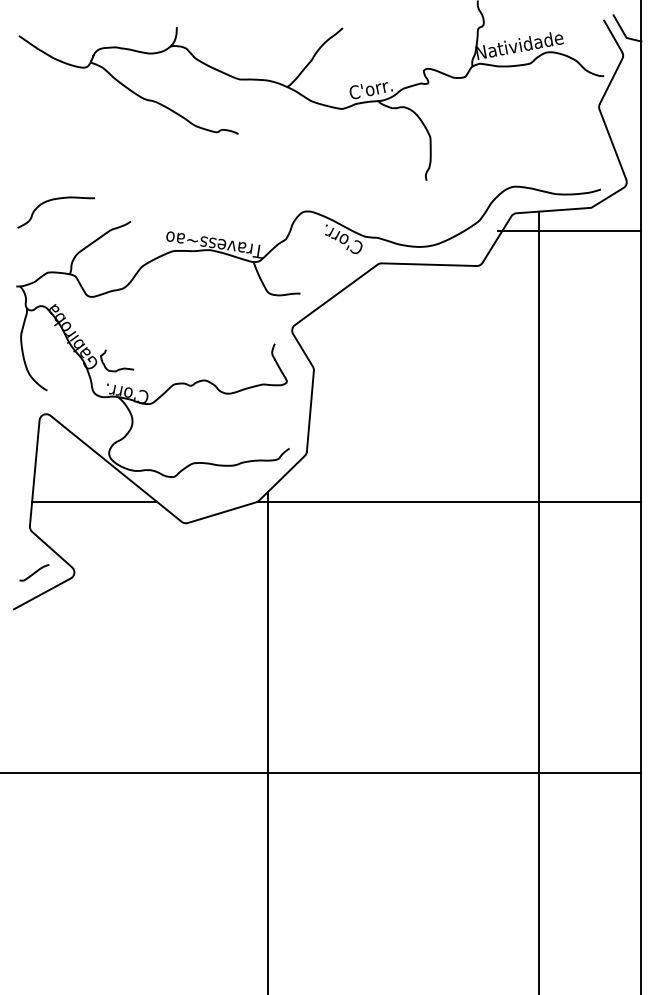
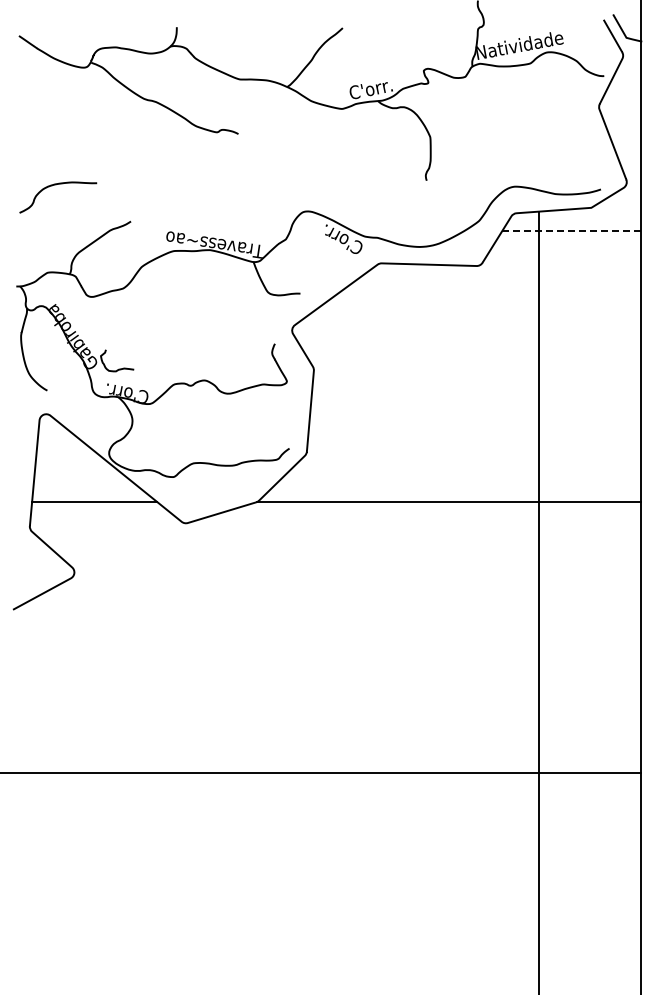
curve at (54, 200) position: (54, 200) -> (56, 185)
line at (569, 230): solid -> dashed
curve at (34, 572): present -> none
line at (267, 741): present -> none
